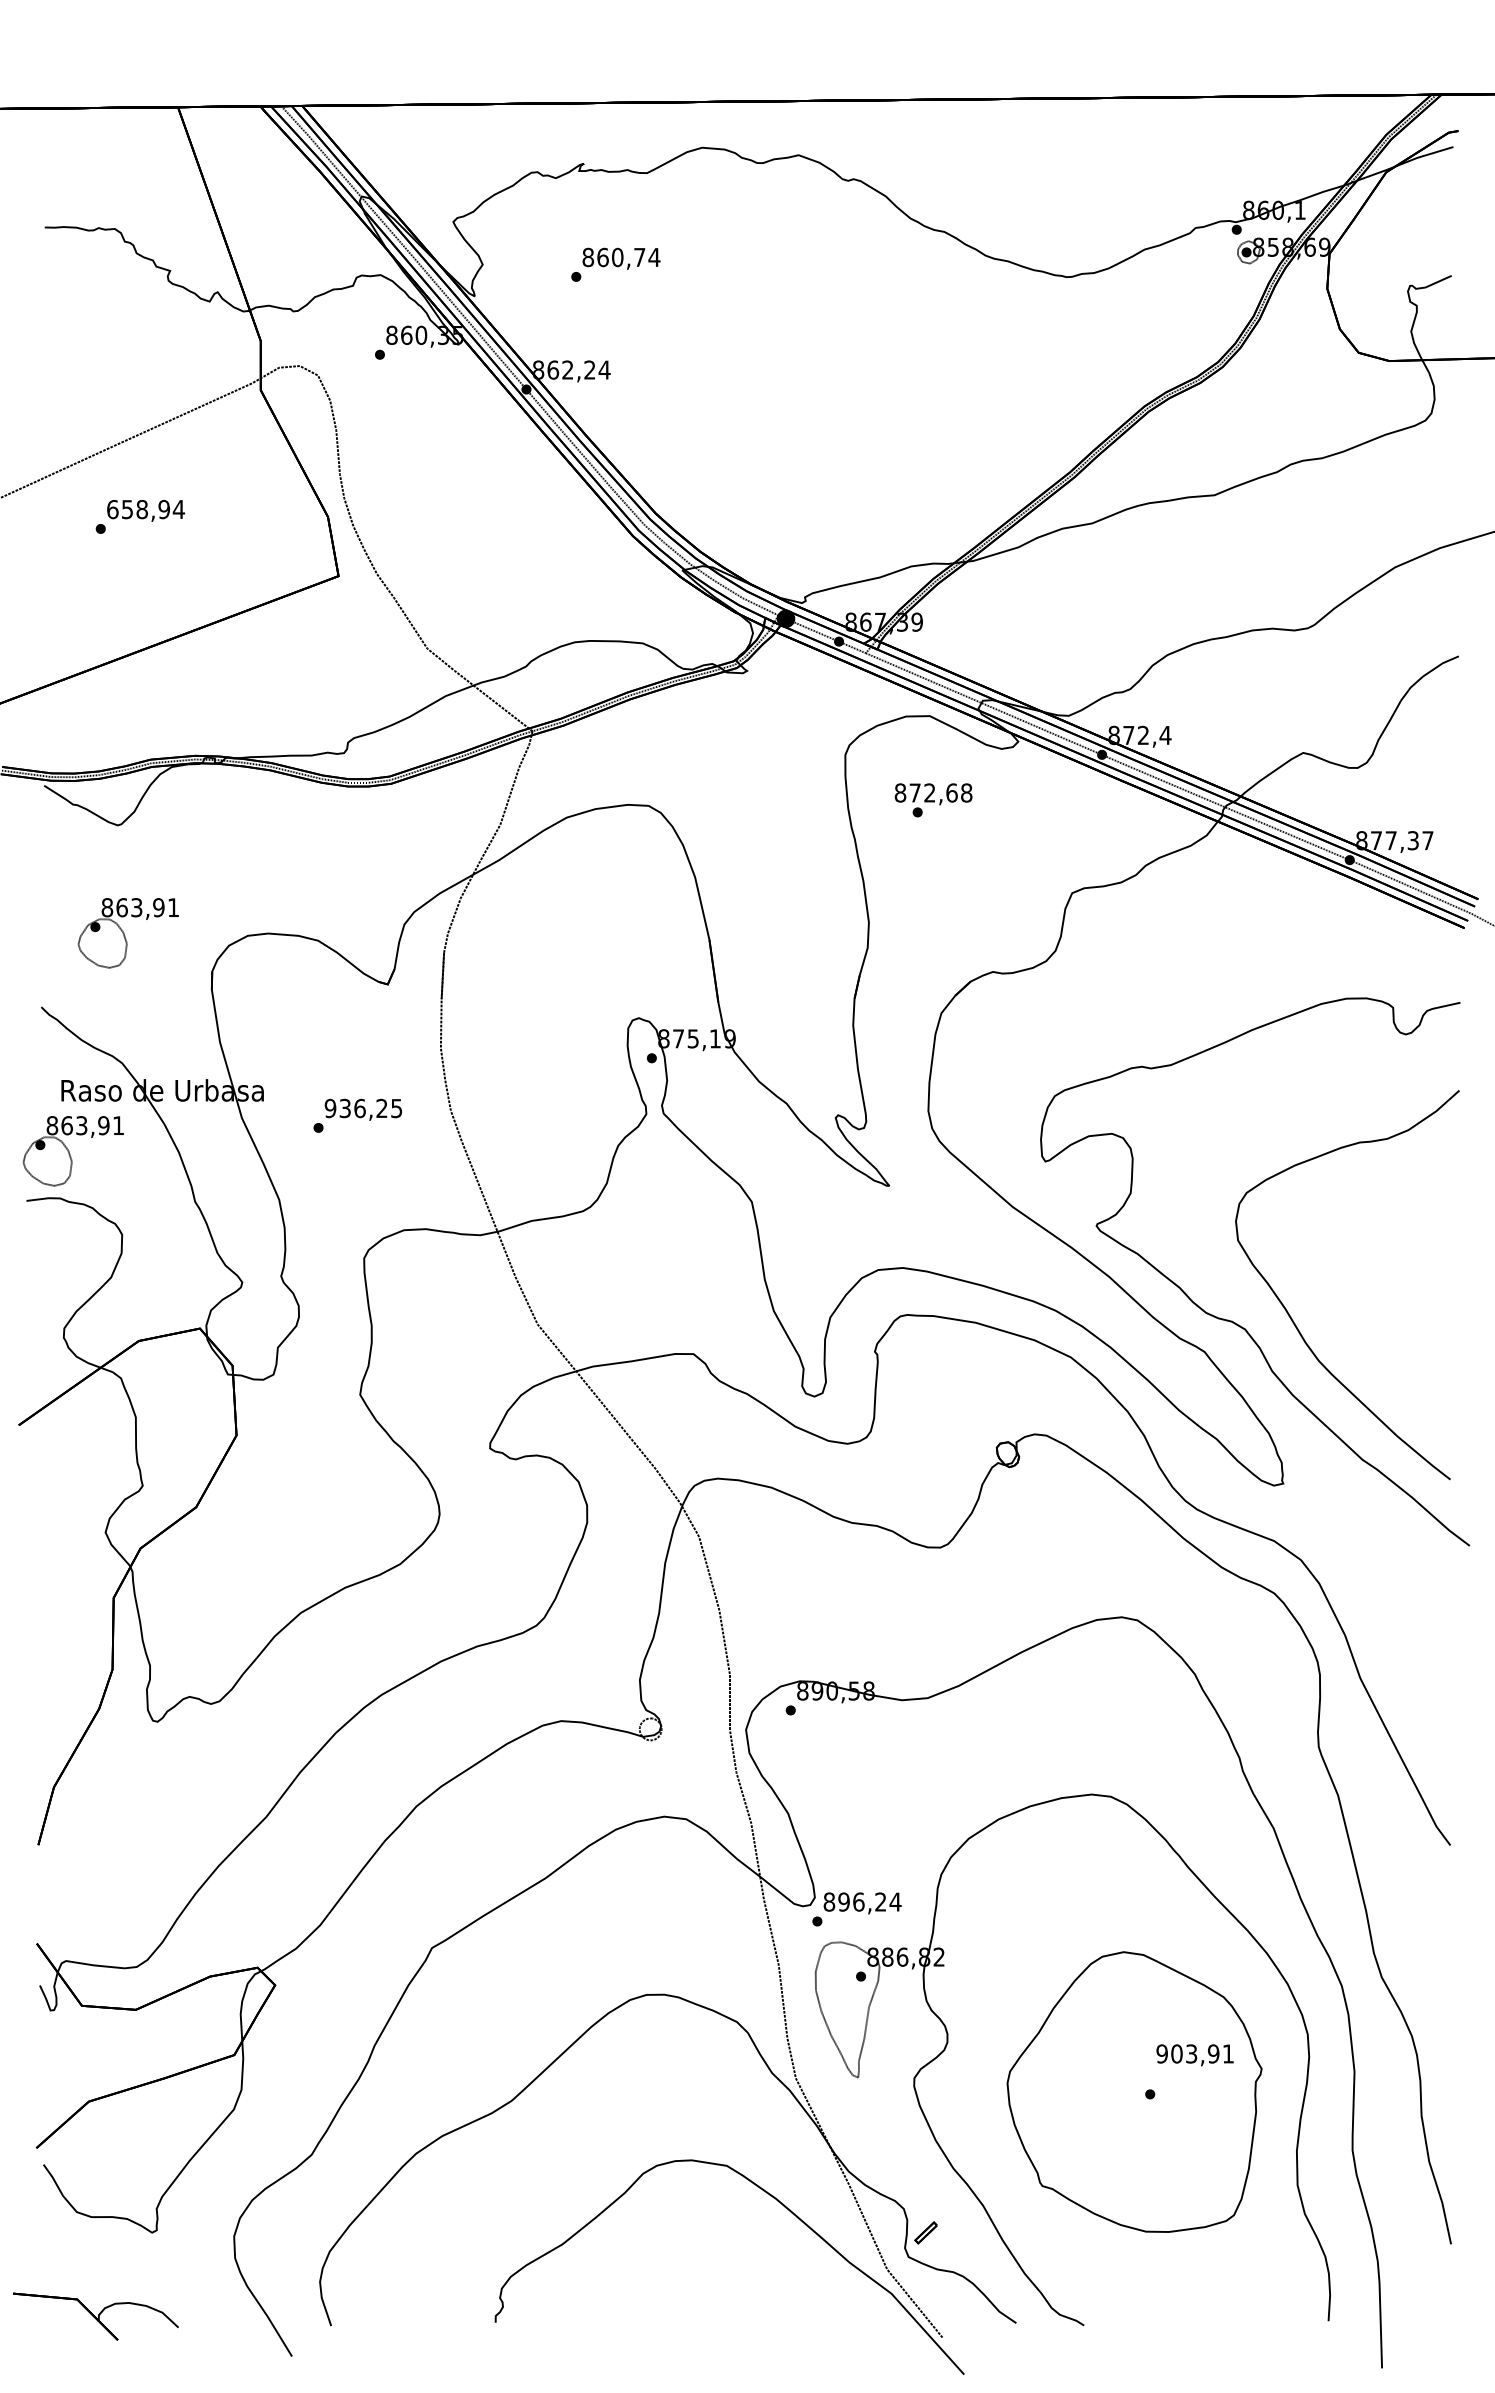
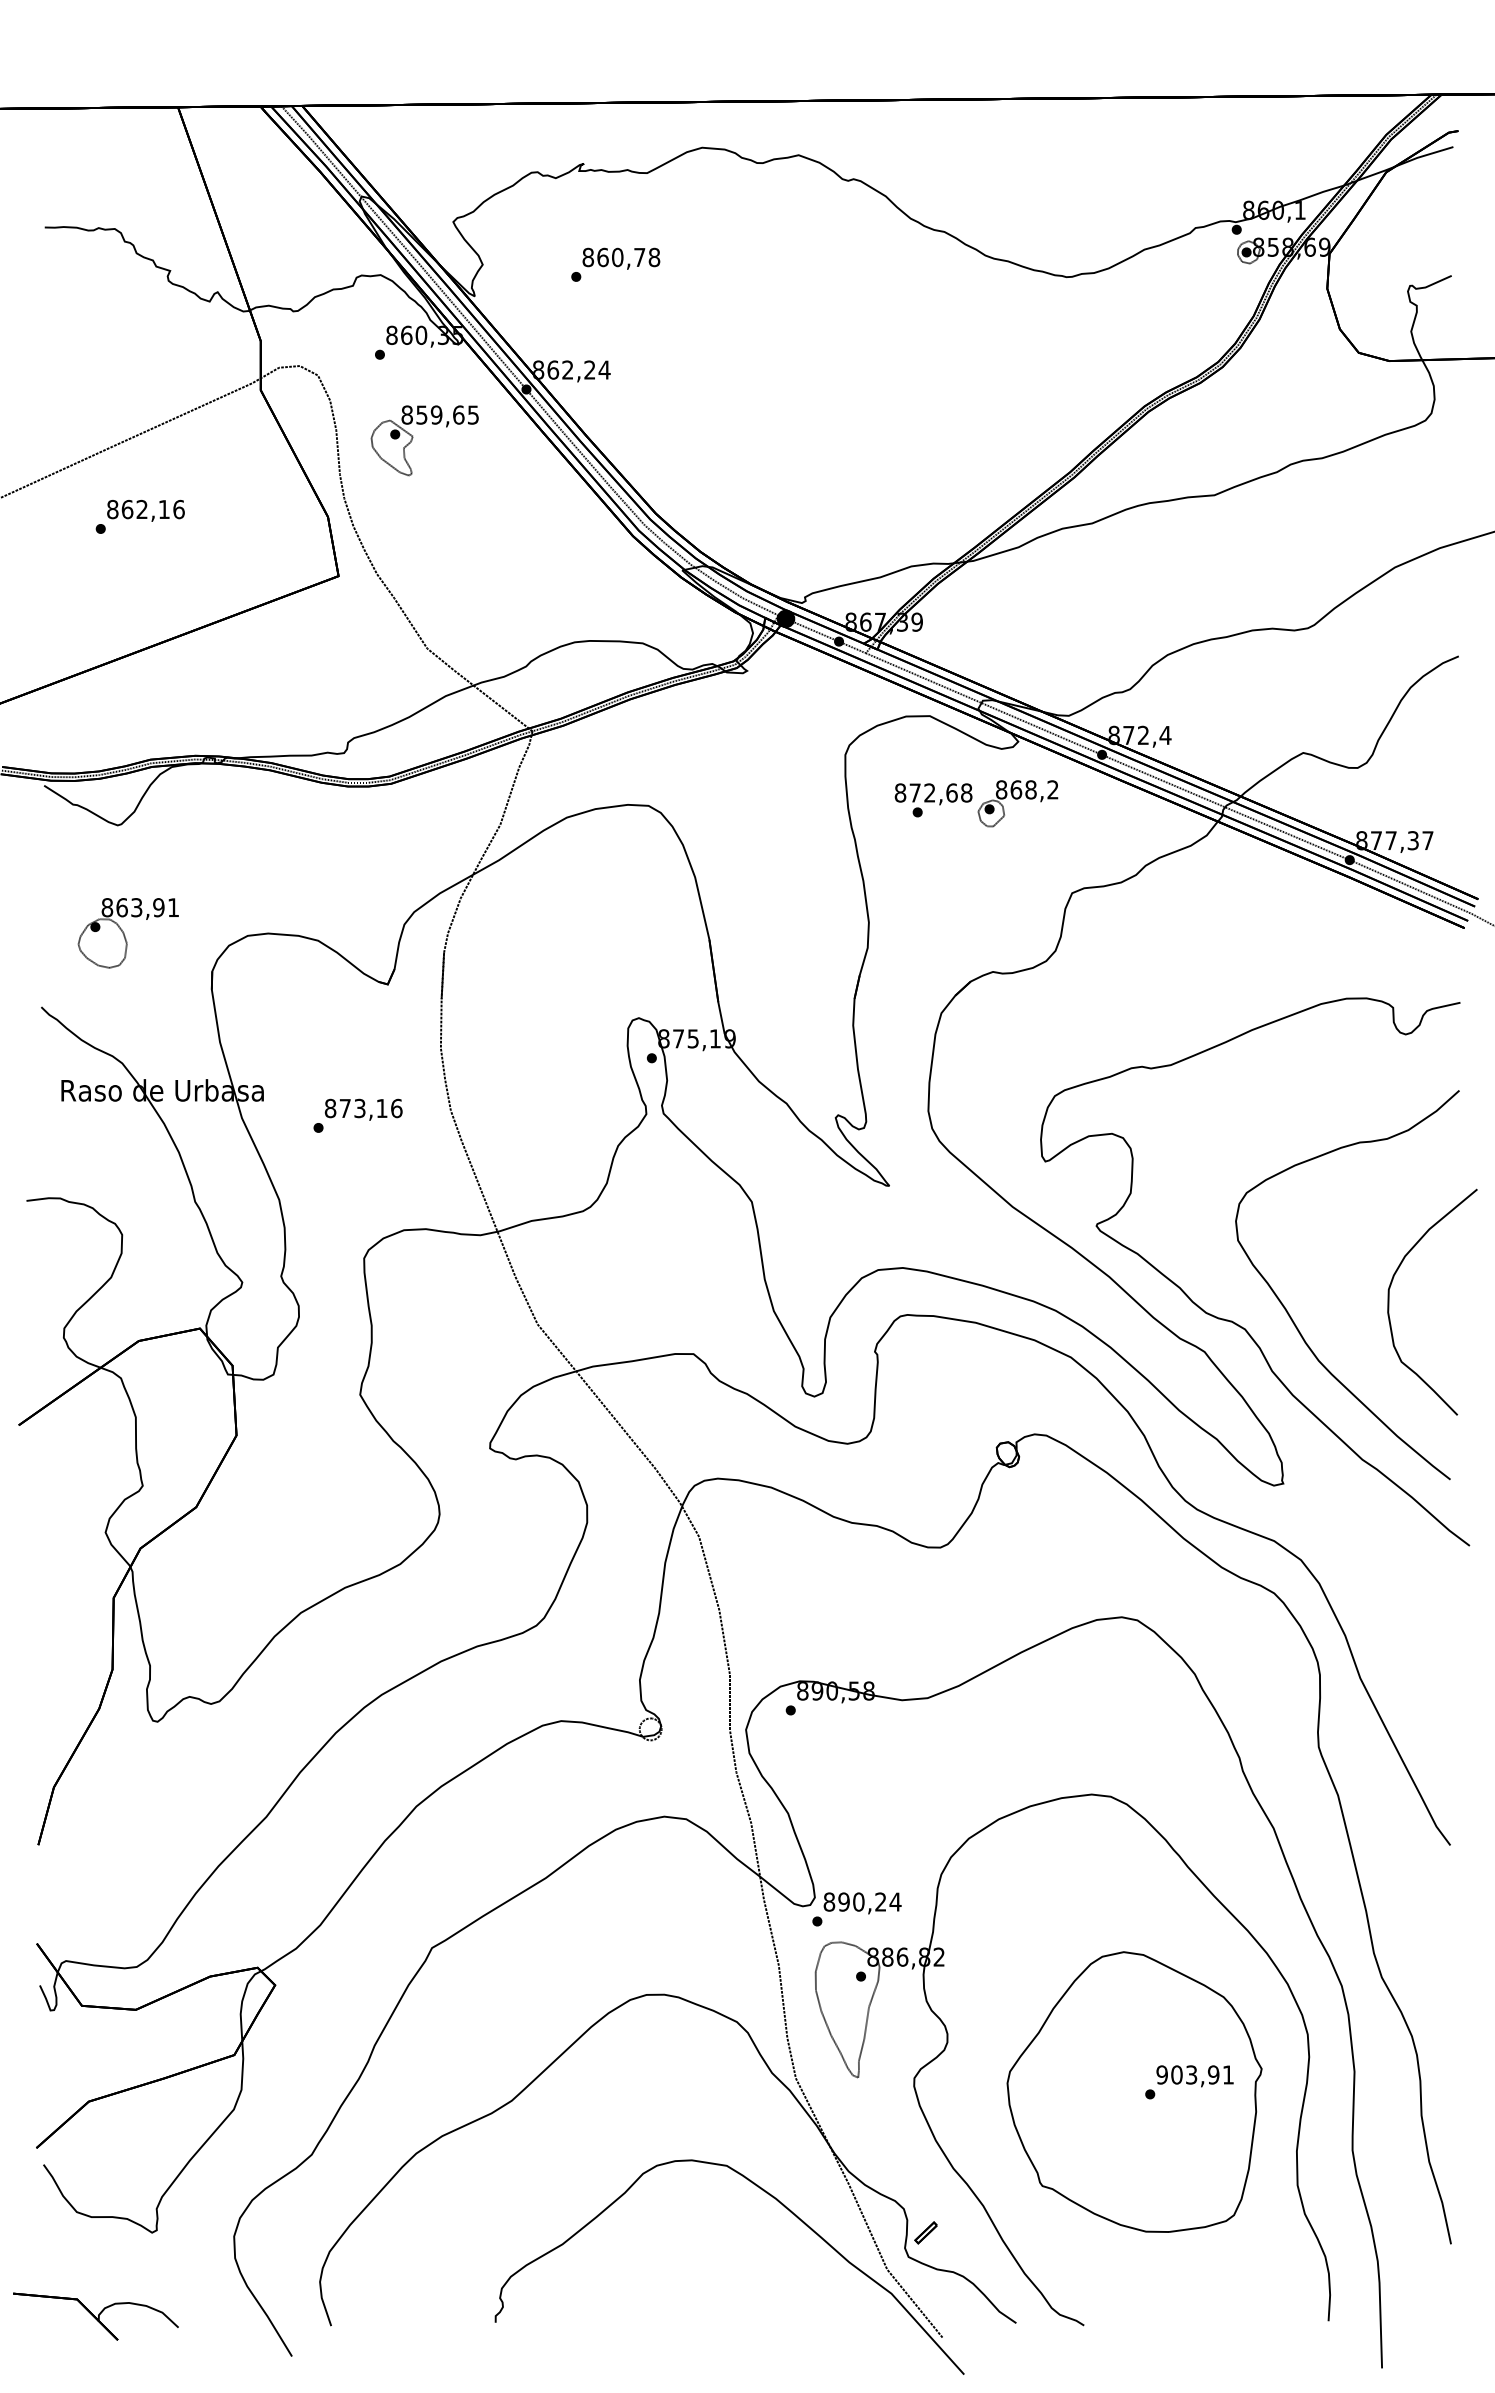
text at (654, 257): 860,74 -> 860,78
part at (413, 437): none -> present
text at (146, 509): 658,94 -> 862,16
part at (1017, 803): none -> present
text at (363, 1108): 936,25 -> 873,16
part at (72, 1151): present -> none
curve at (1389, 1301): none -> present
text at (858, 1901): 896,24 -> 890,24
text at (1194, 2055) position: (1194, 2055) -> (1194, 2076)
